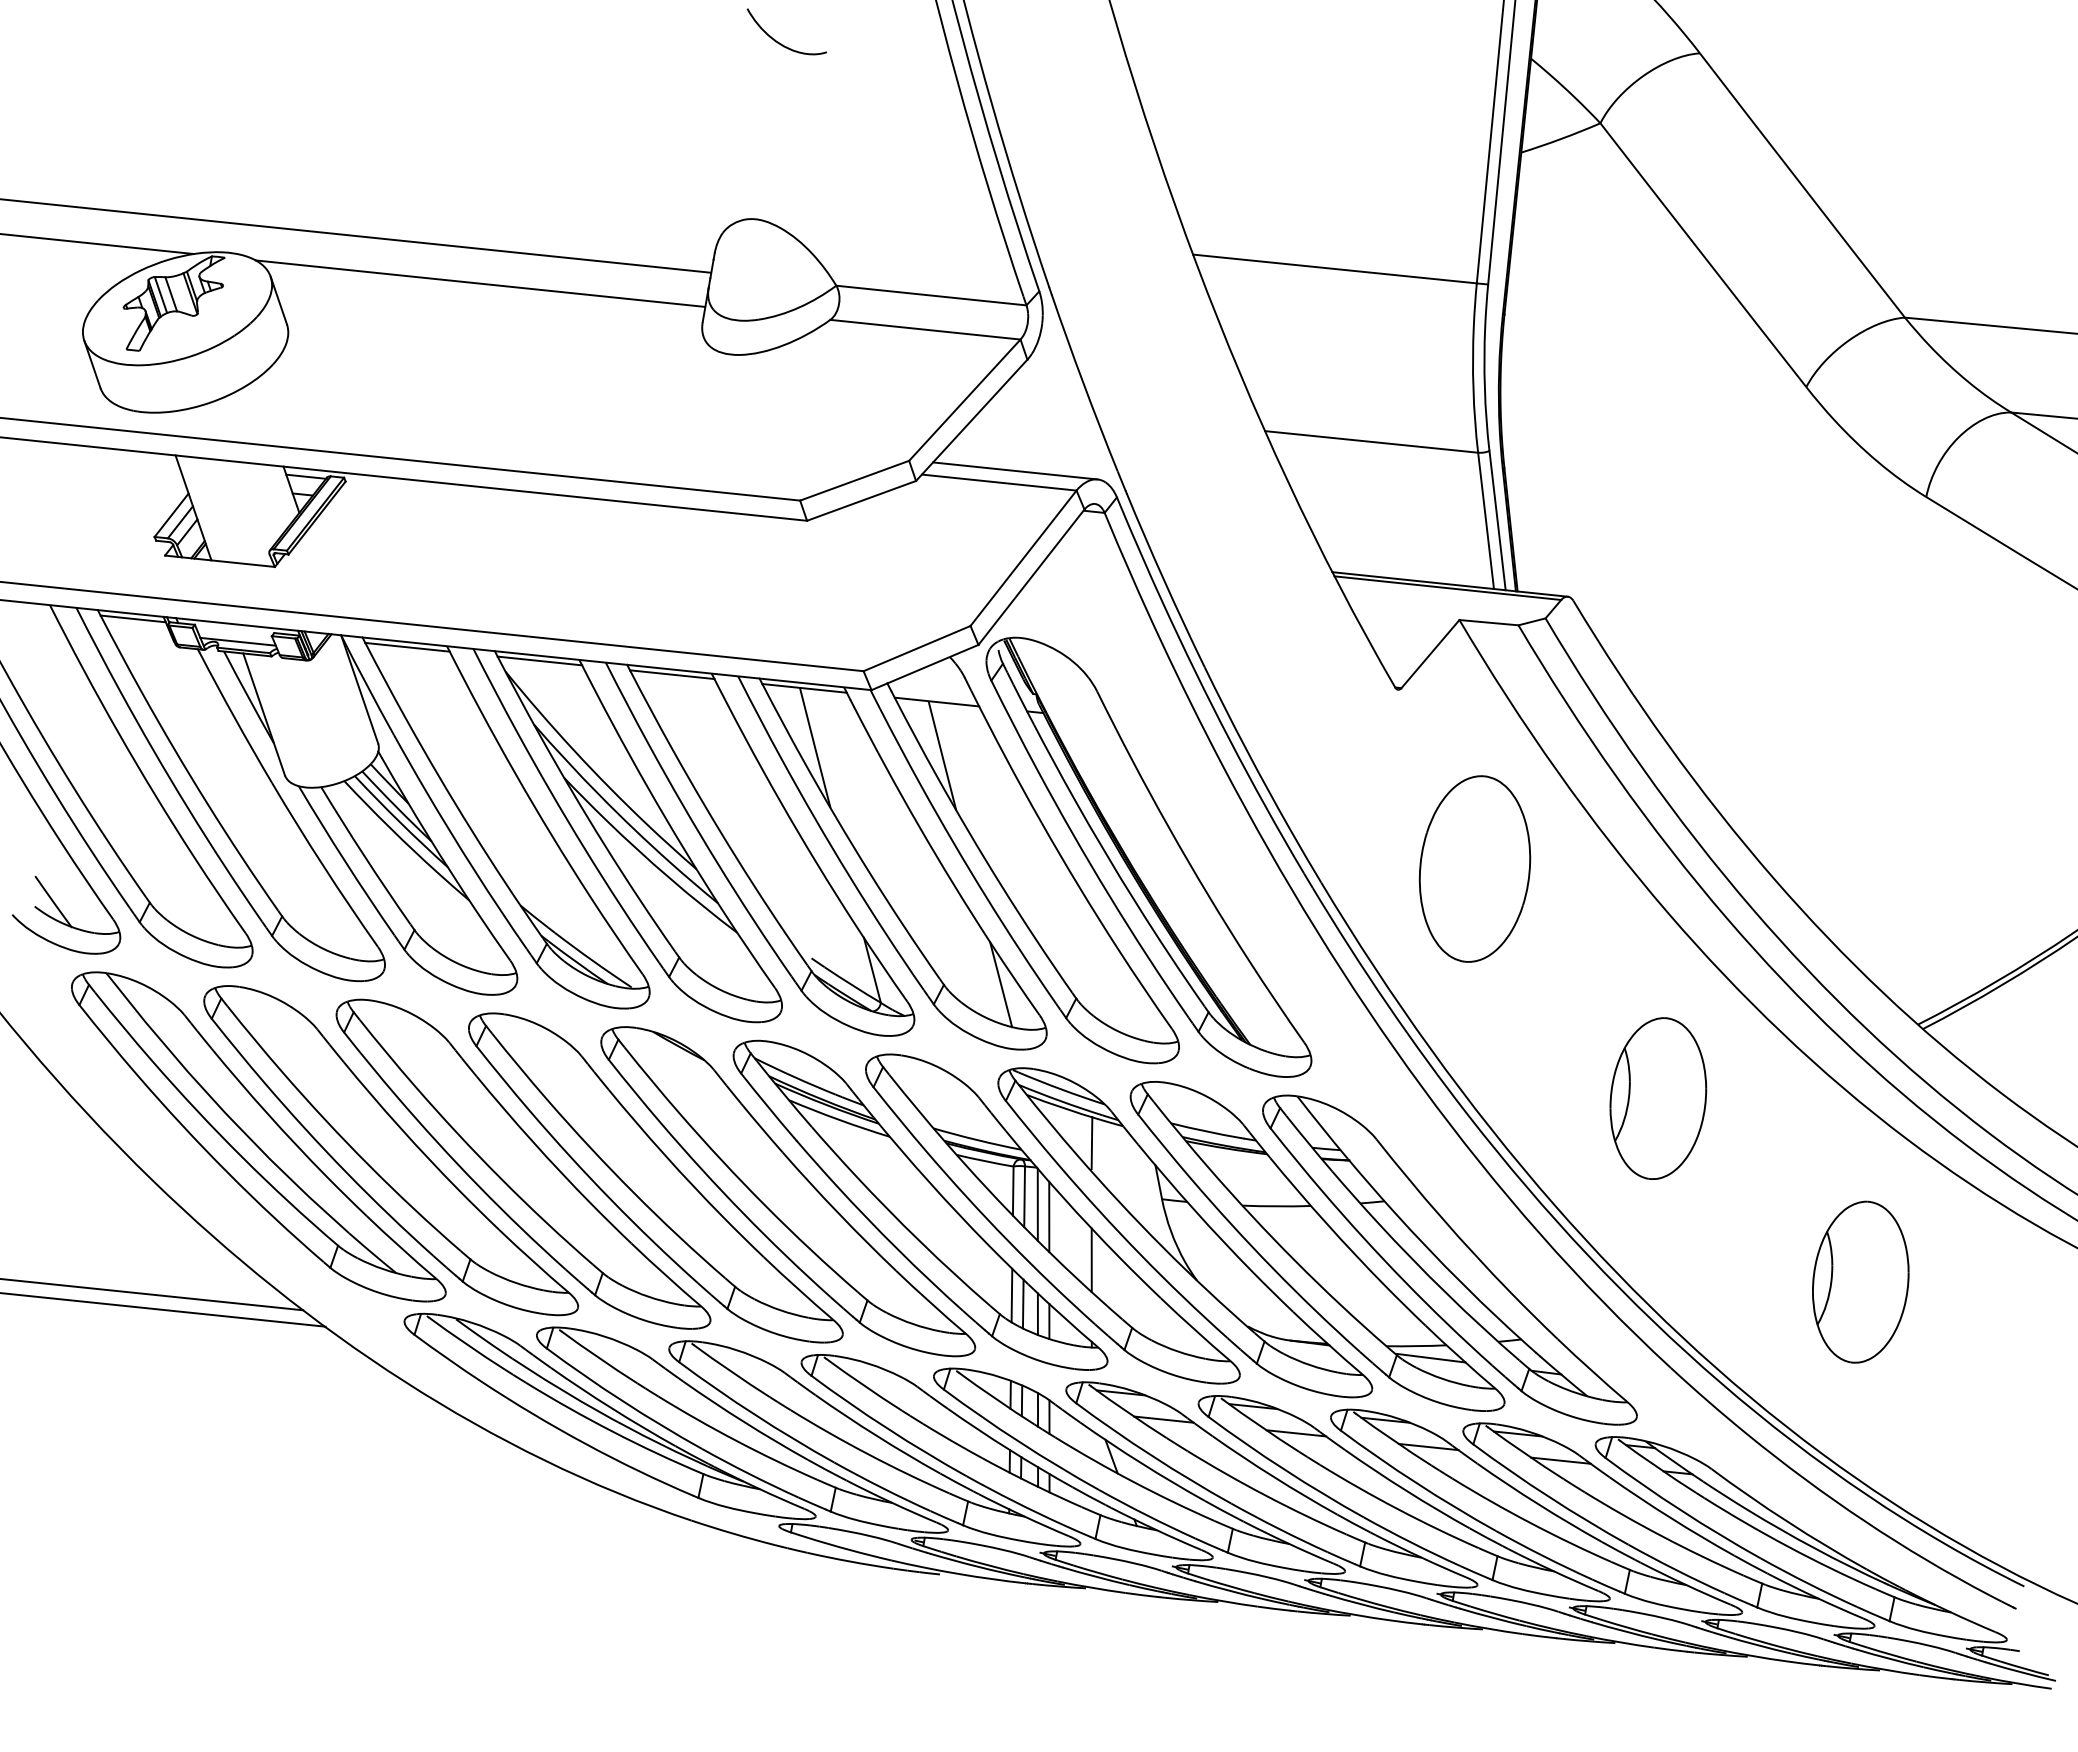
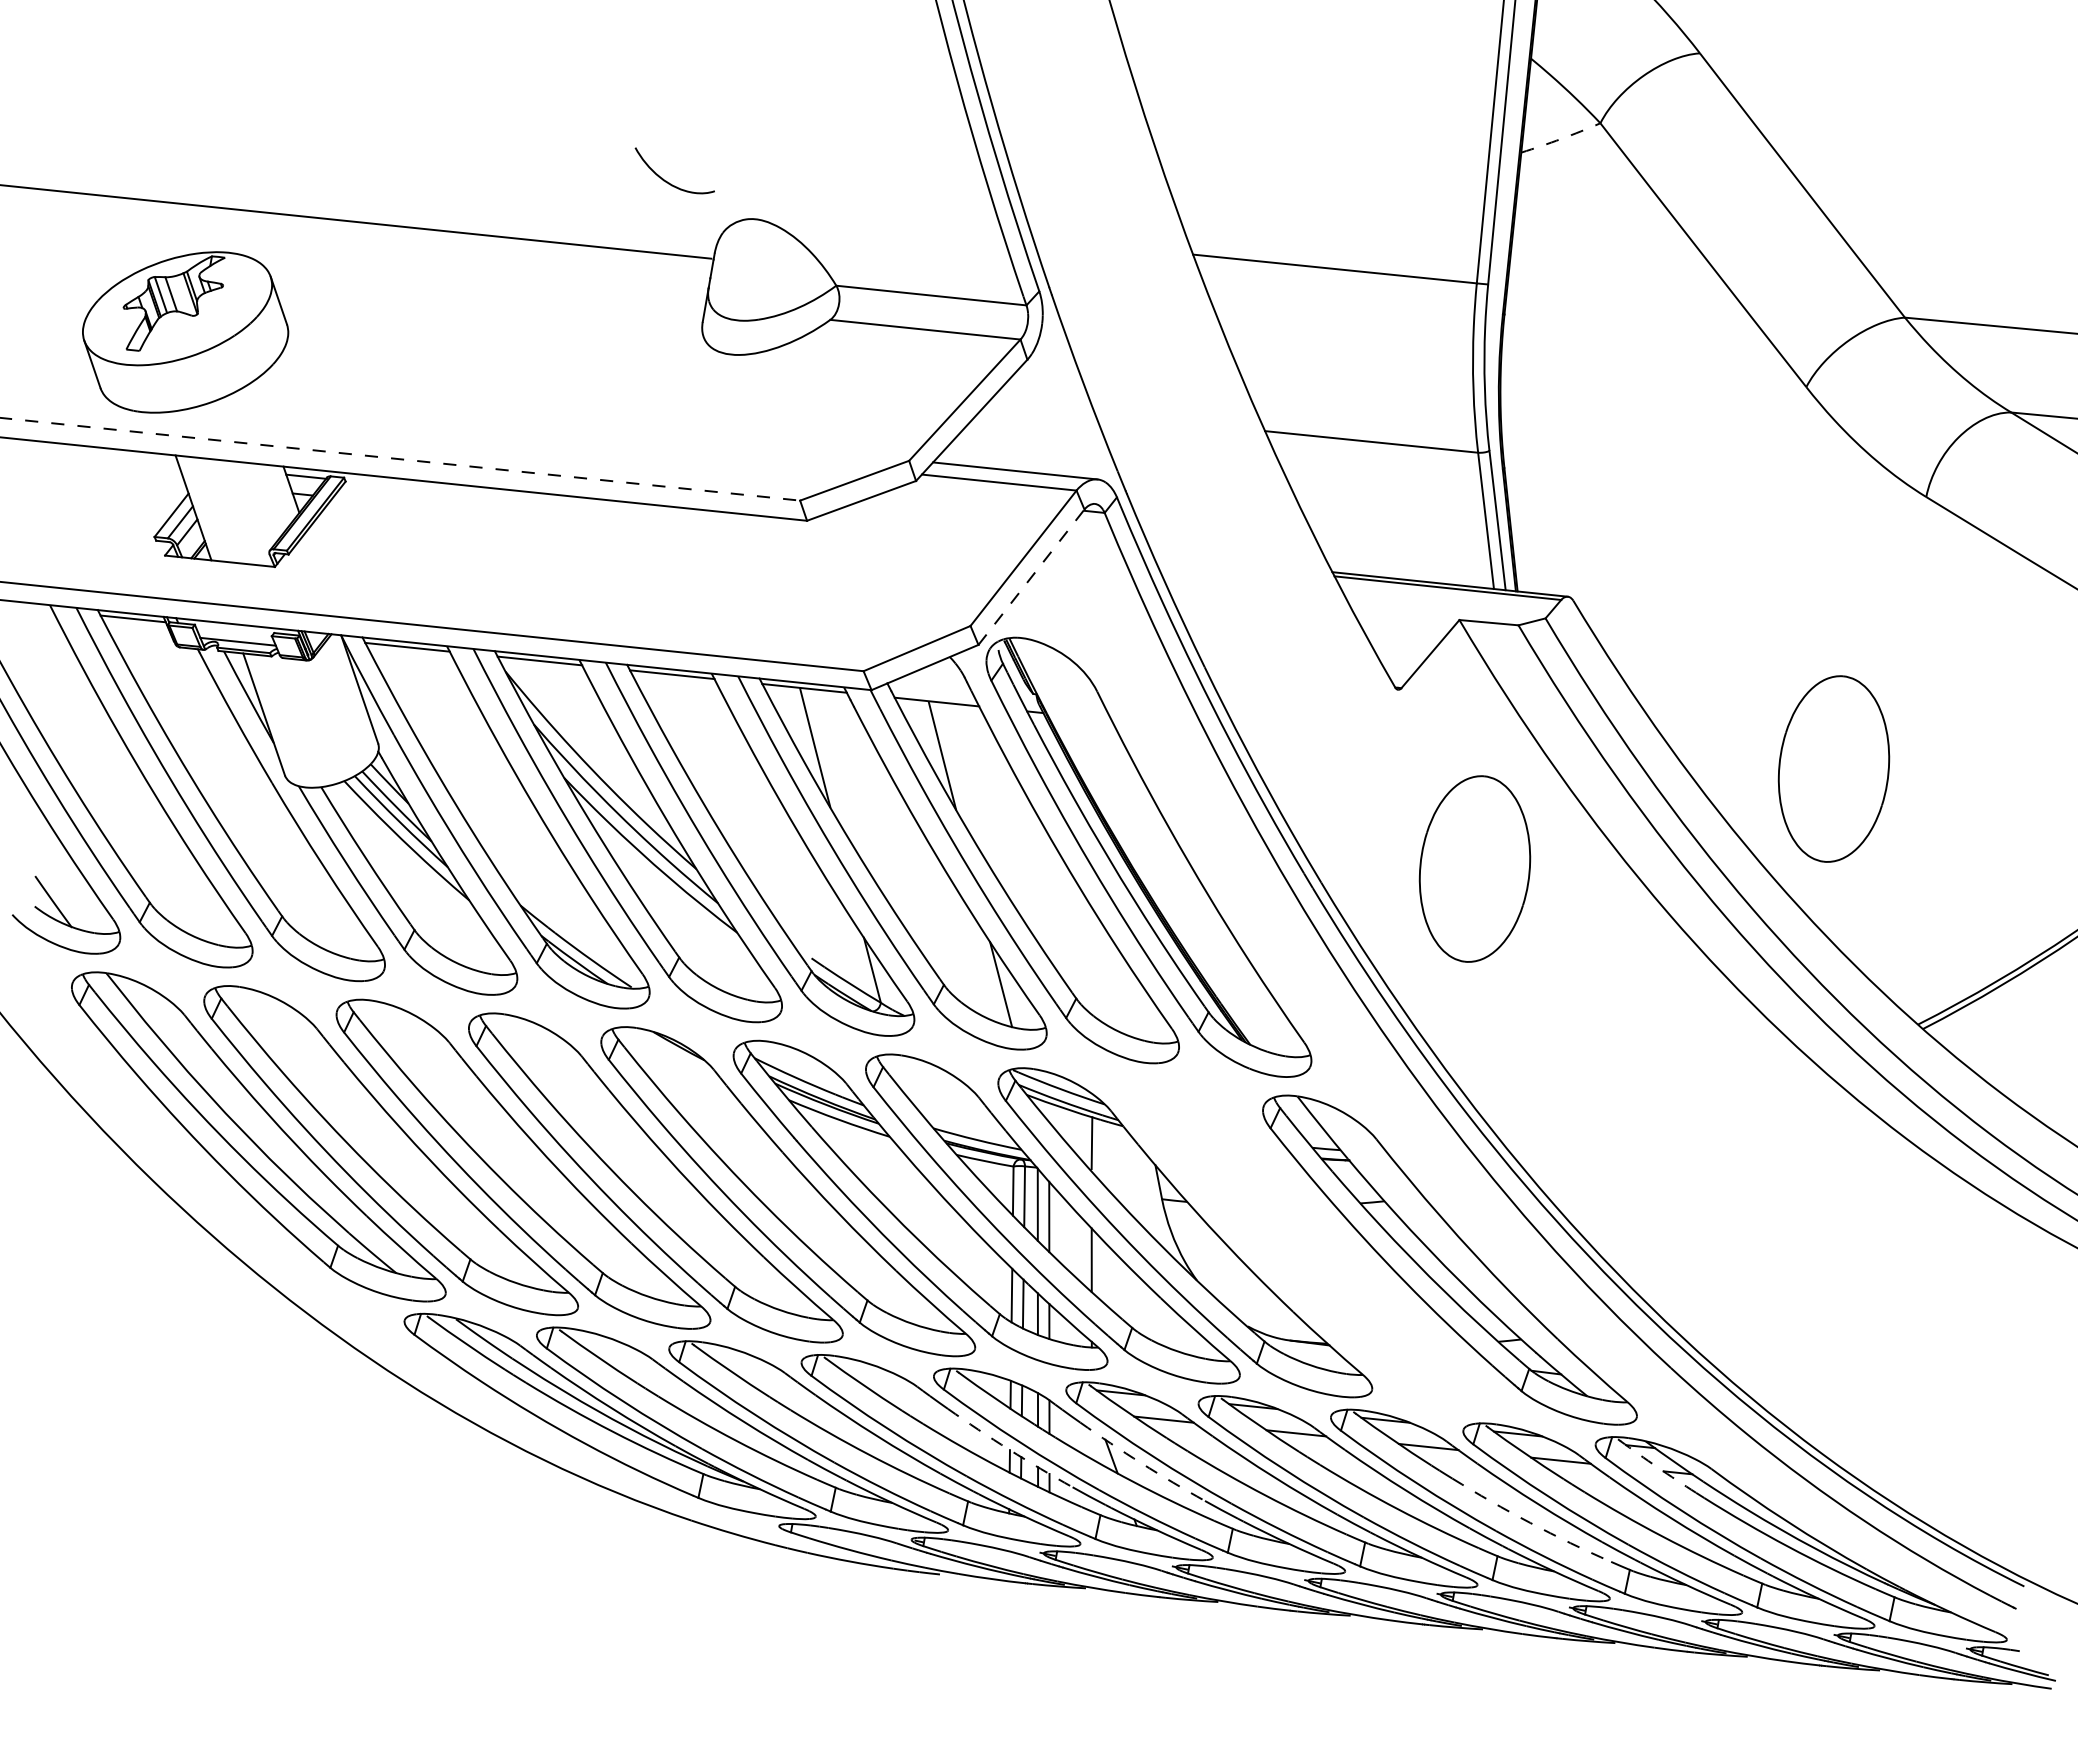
curve at (778, 41) position: (778, 41) -> (666, 180)
arc at (1561, 138): solid -> dashed
line at (356, 235) position: (356, 235) -> (356, 221)
line at (97, 244): present -> none
line at (479, 283): present -> none
line at (400, 459): solid -> dashed
line at (1031, 577): solid -> dashed
part at (1833, 768): none -> present
part at (1658, 1098): present -> none
part at (1317, 1246): present -> none
part at (1860, 1281): present -> none
line at (152, 1294): present -> none
line at (163, 1309): present -> none
arc at (1009, 1449): solid -> dashed
arc at (1141, 1463): solid -> dashed
arc at (1657, 1467): solid -> dashed
arc at (1530, 1522): solid -> dashed
